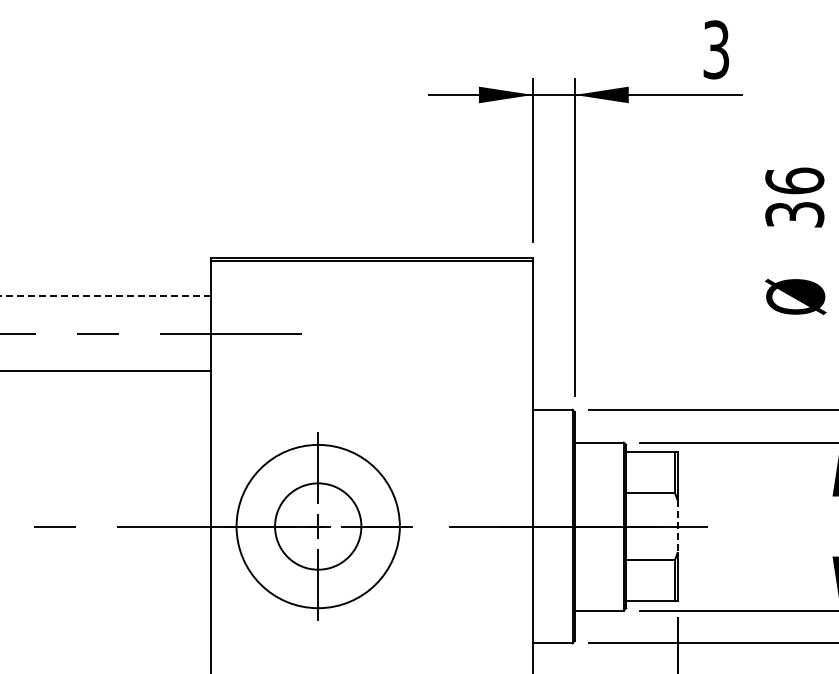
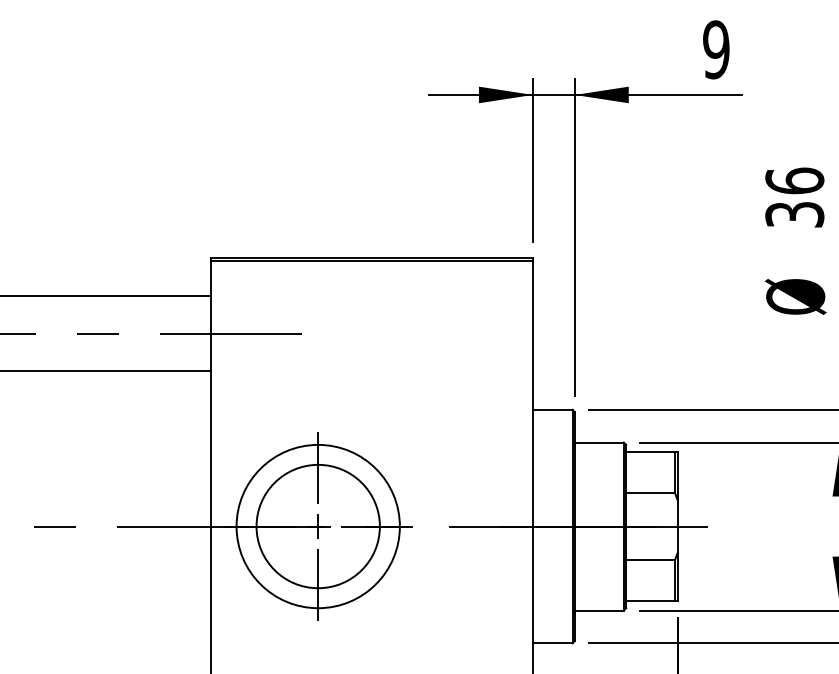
text at (716, 49): 3 -> 9
line at (104, 296): dashed -> solid
circle at (318, 526) diameter: 86 px -> 123 px
line at (677, 526): dashed -> solid
